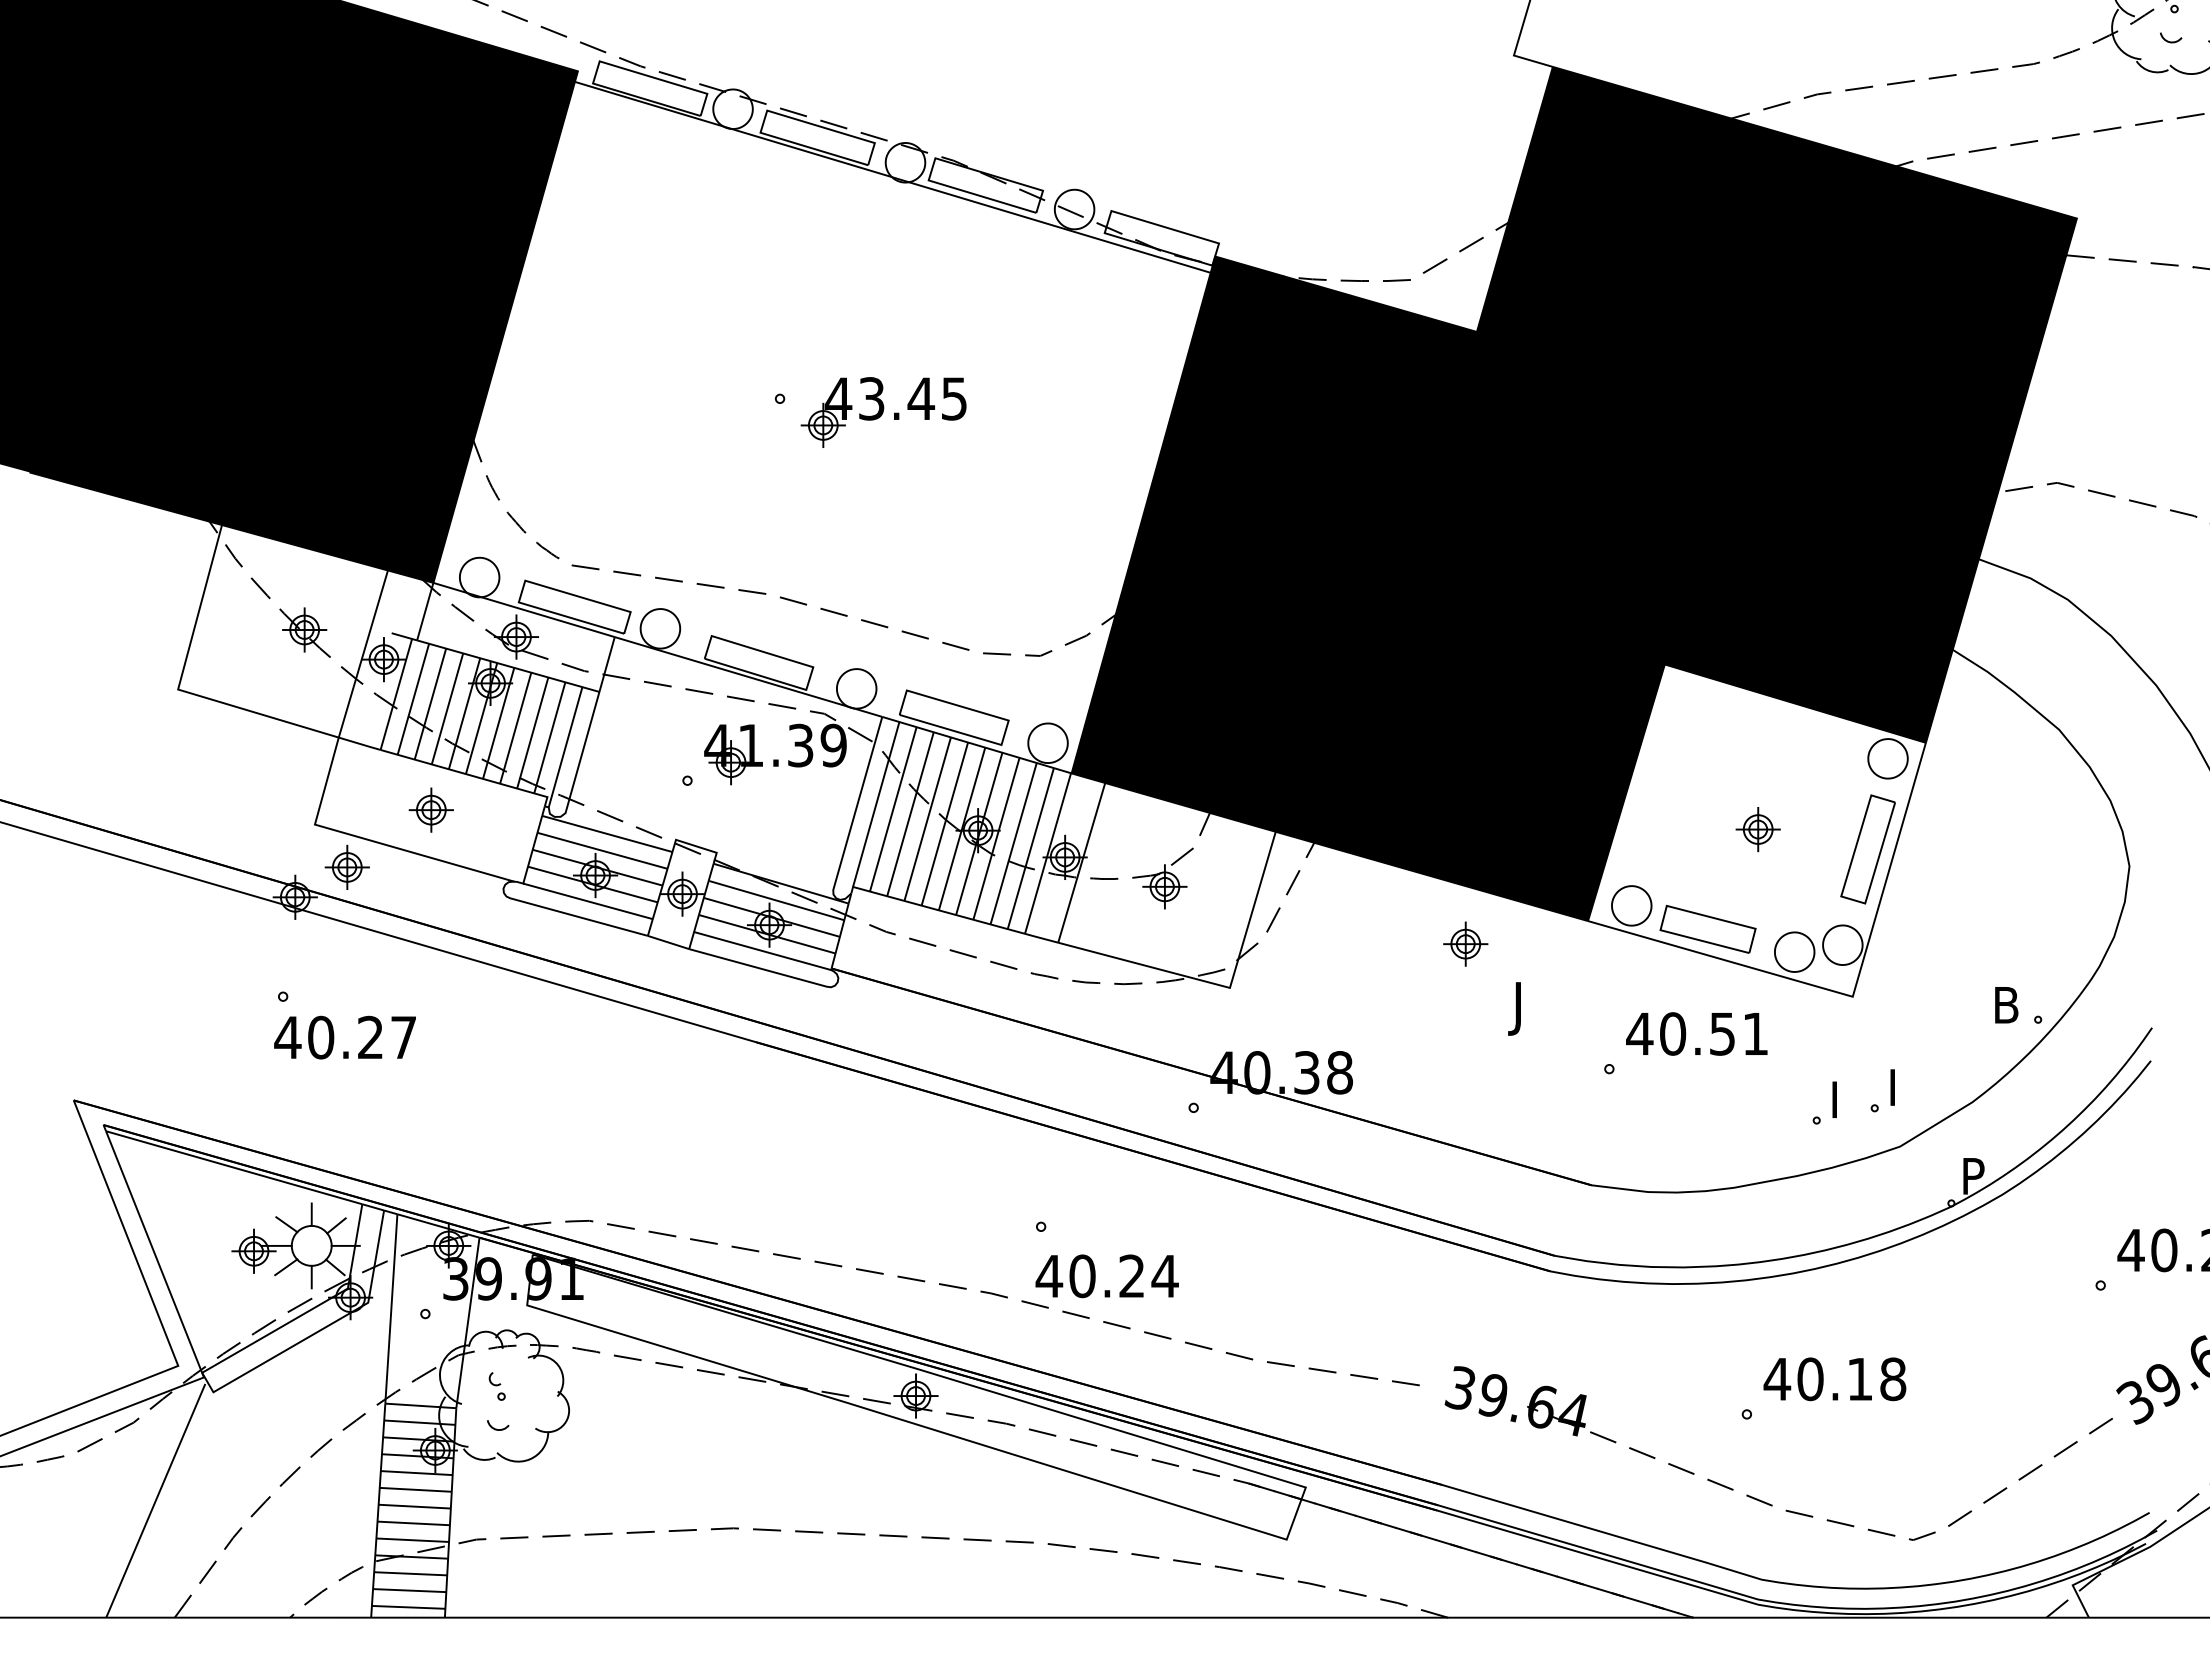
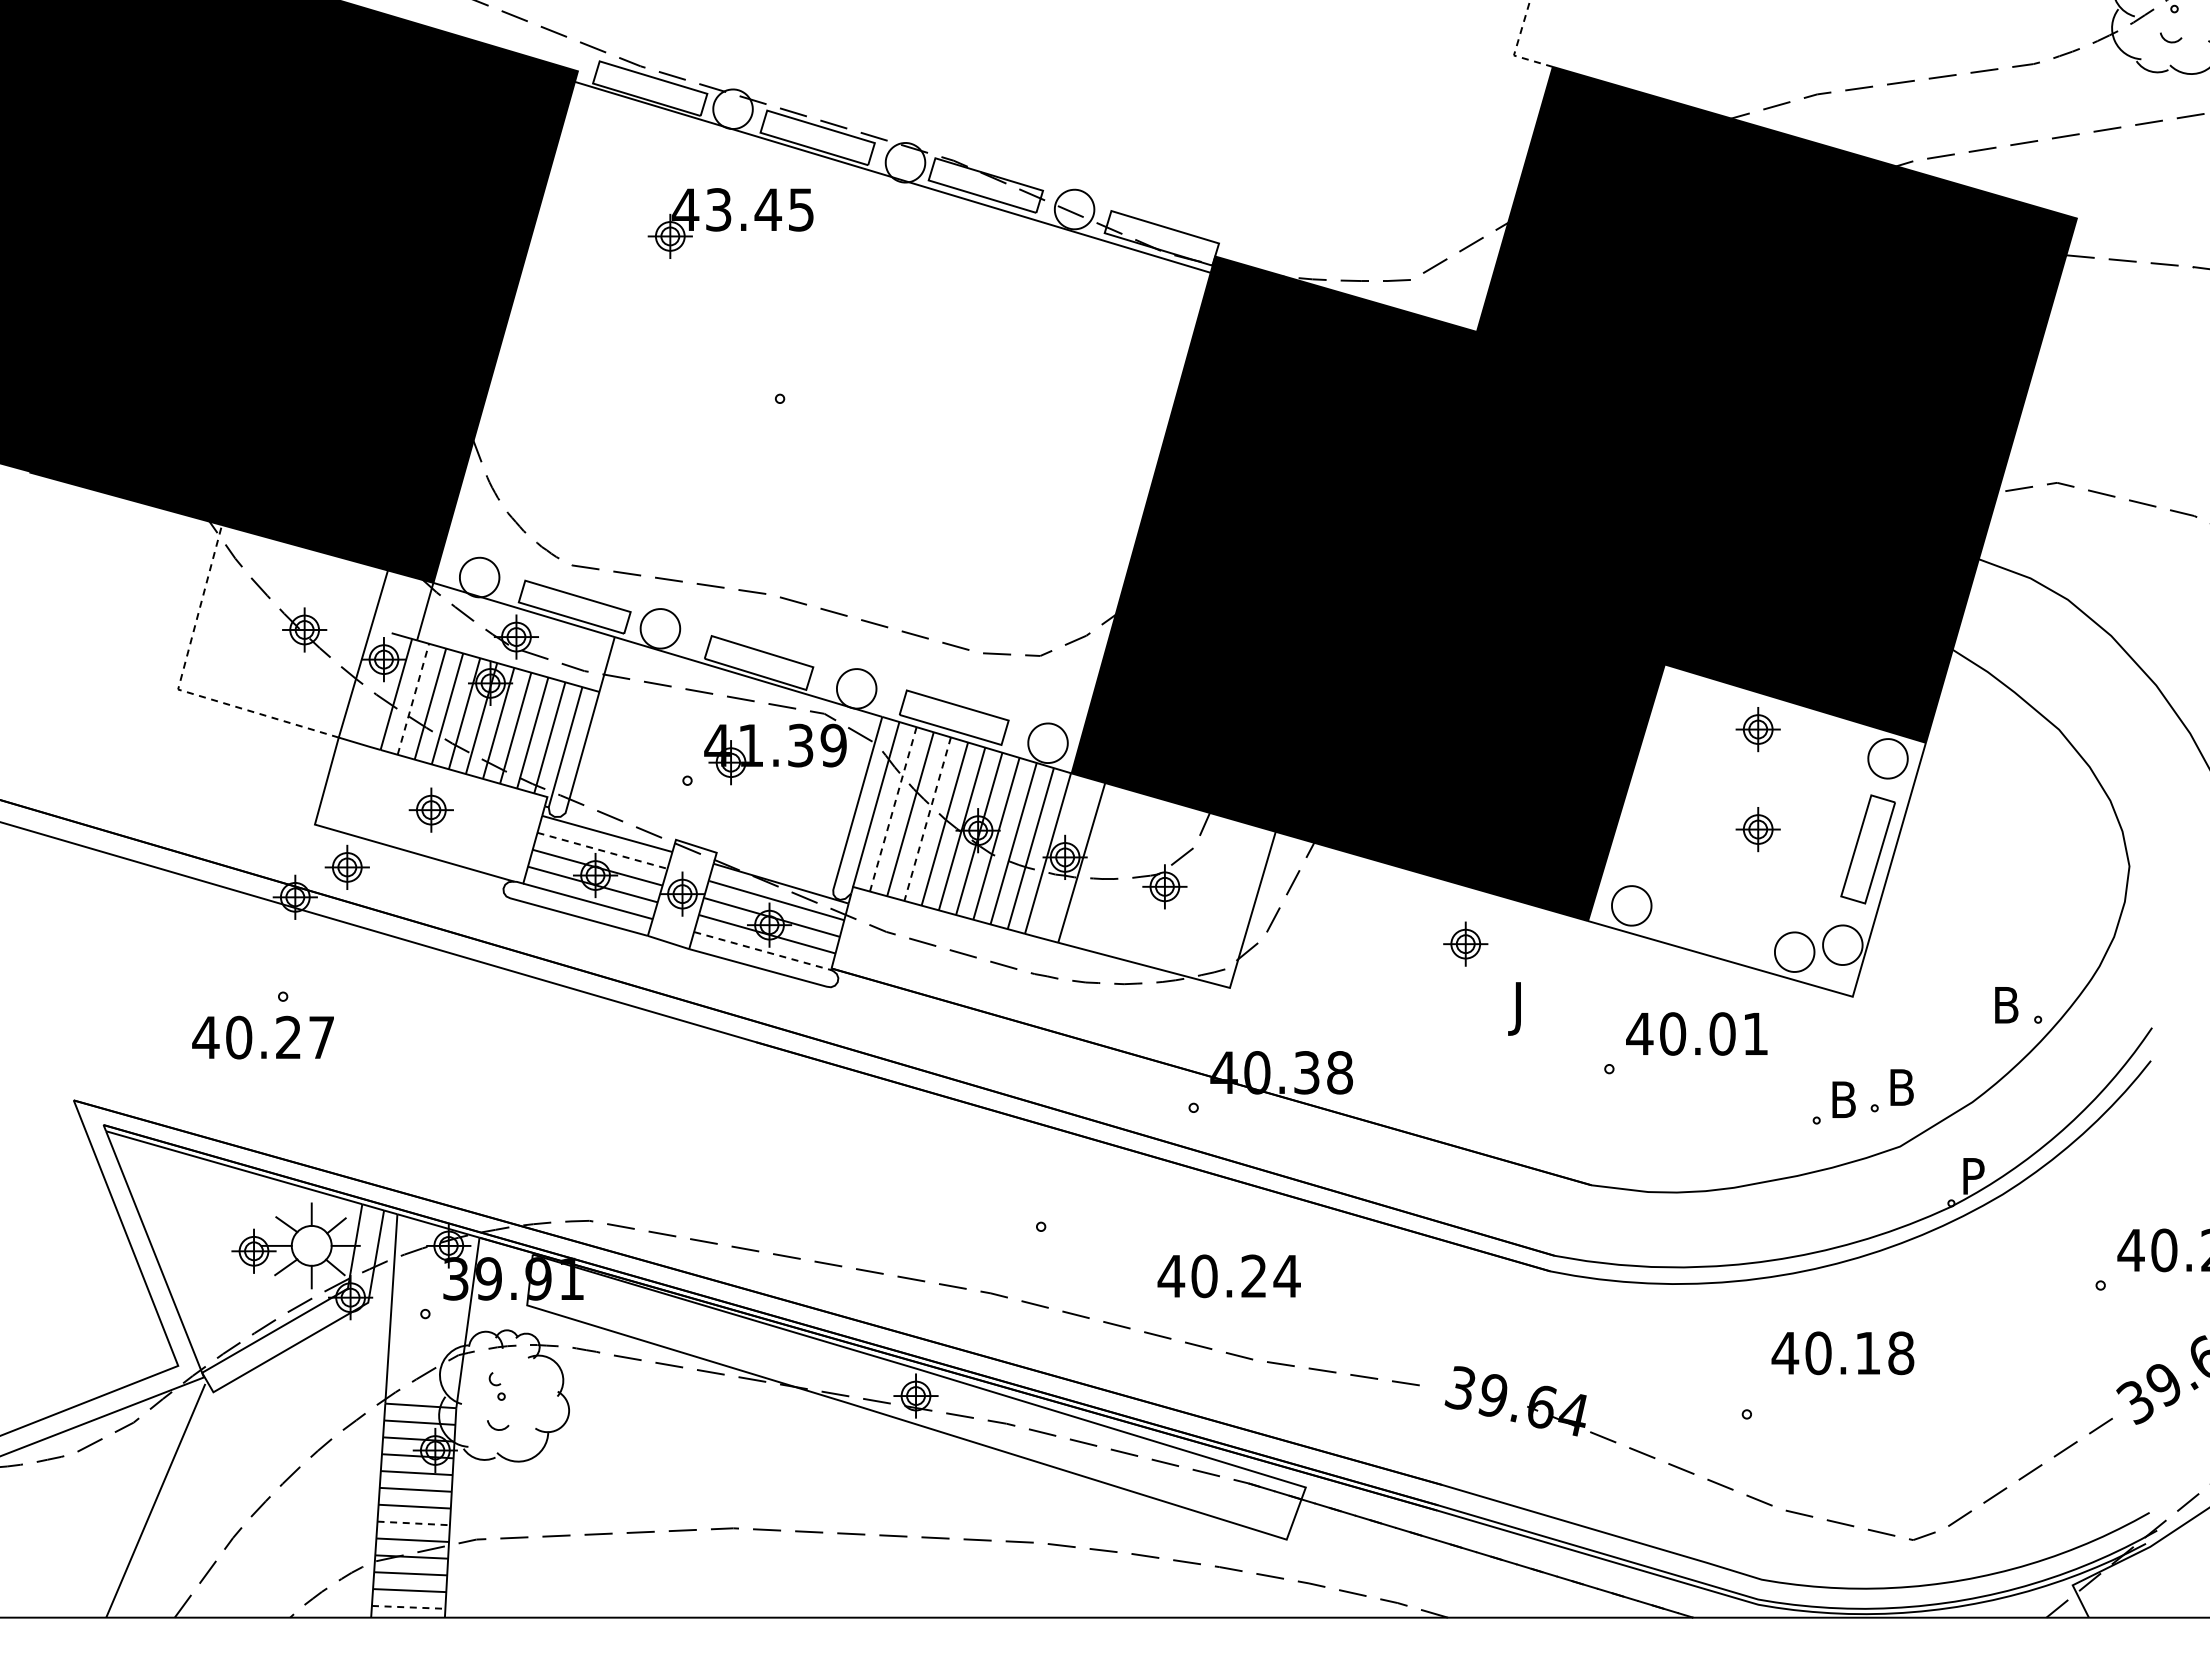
line at (1516, 47): solid -> dashed
part at (883, 412) position: (883, 412) -> (730, 223)
line at (178, 688): solid -> dashed
line at (413, 699): solid -> dashed
part at (1757, 729): none -> present
line at (893, 809): solid -> dashed
line at (927, 819): solid -> dashed
line at (602, 850): solid -> dashed
part at (1707, 928): present -> none
line at (763, 951): solid -> dashed
text at (1722, 1033): 40.51 -> 40.01
text at (344, 1037) position: (344, 1037) -> (262, 1037)
text at (1904, 1087): I -> B
text at (1846, 1099): I -> B
text at (1106, 1276) position: (1106, 1276) -> (1228, 1276)
text at (1834, 1379) position: (1834, 1379) -> (1842, 1353)
line at (414, 1523): solid -> dashed
line at (408, 1607): solid -> dashed
